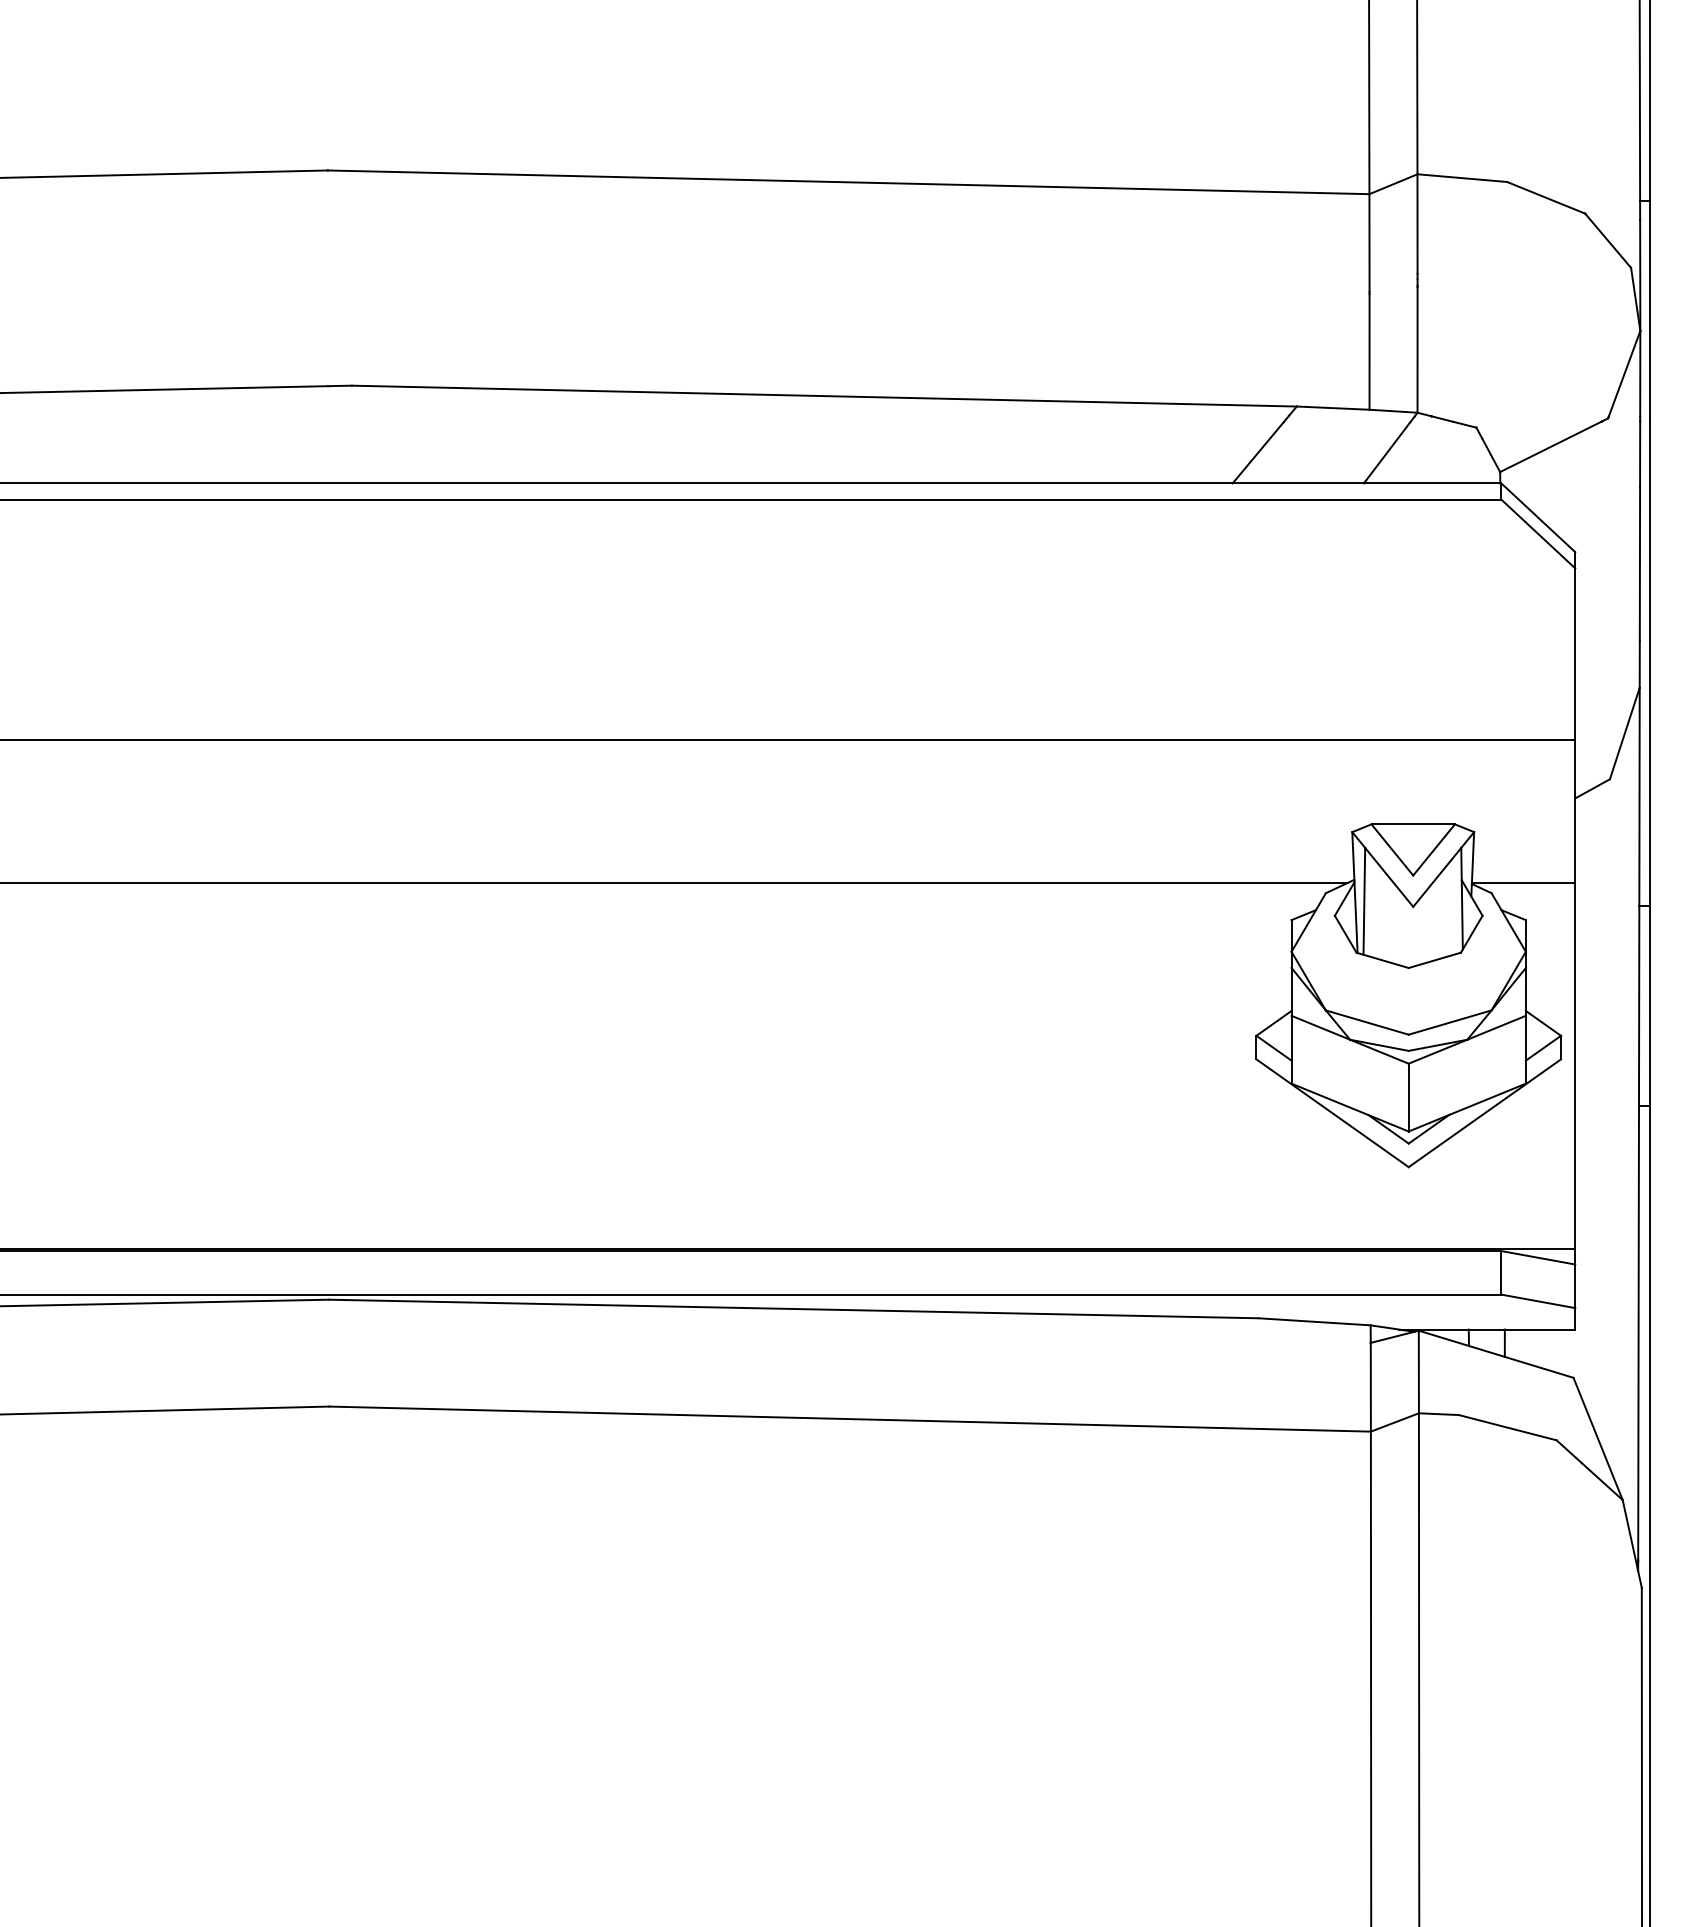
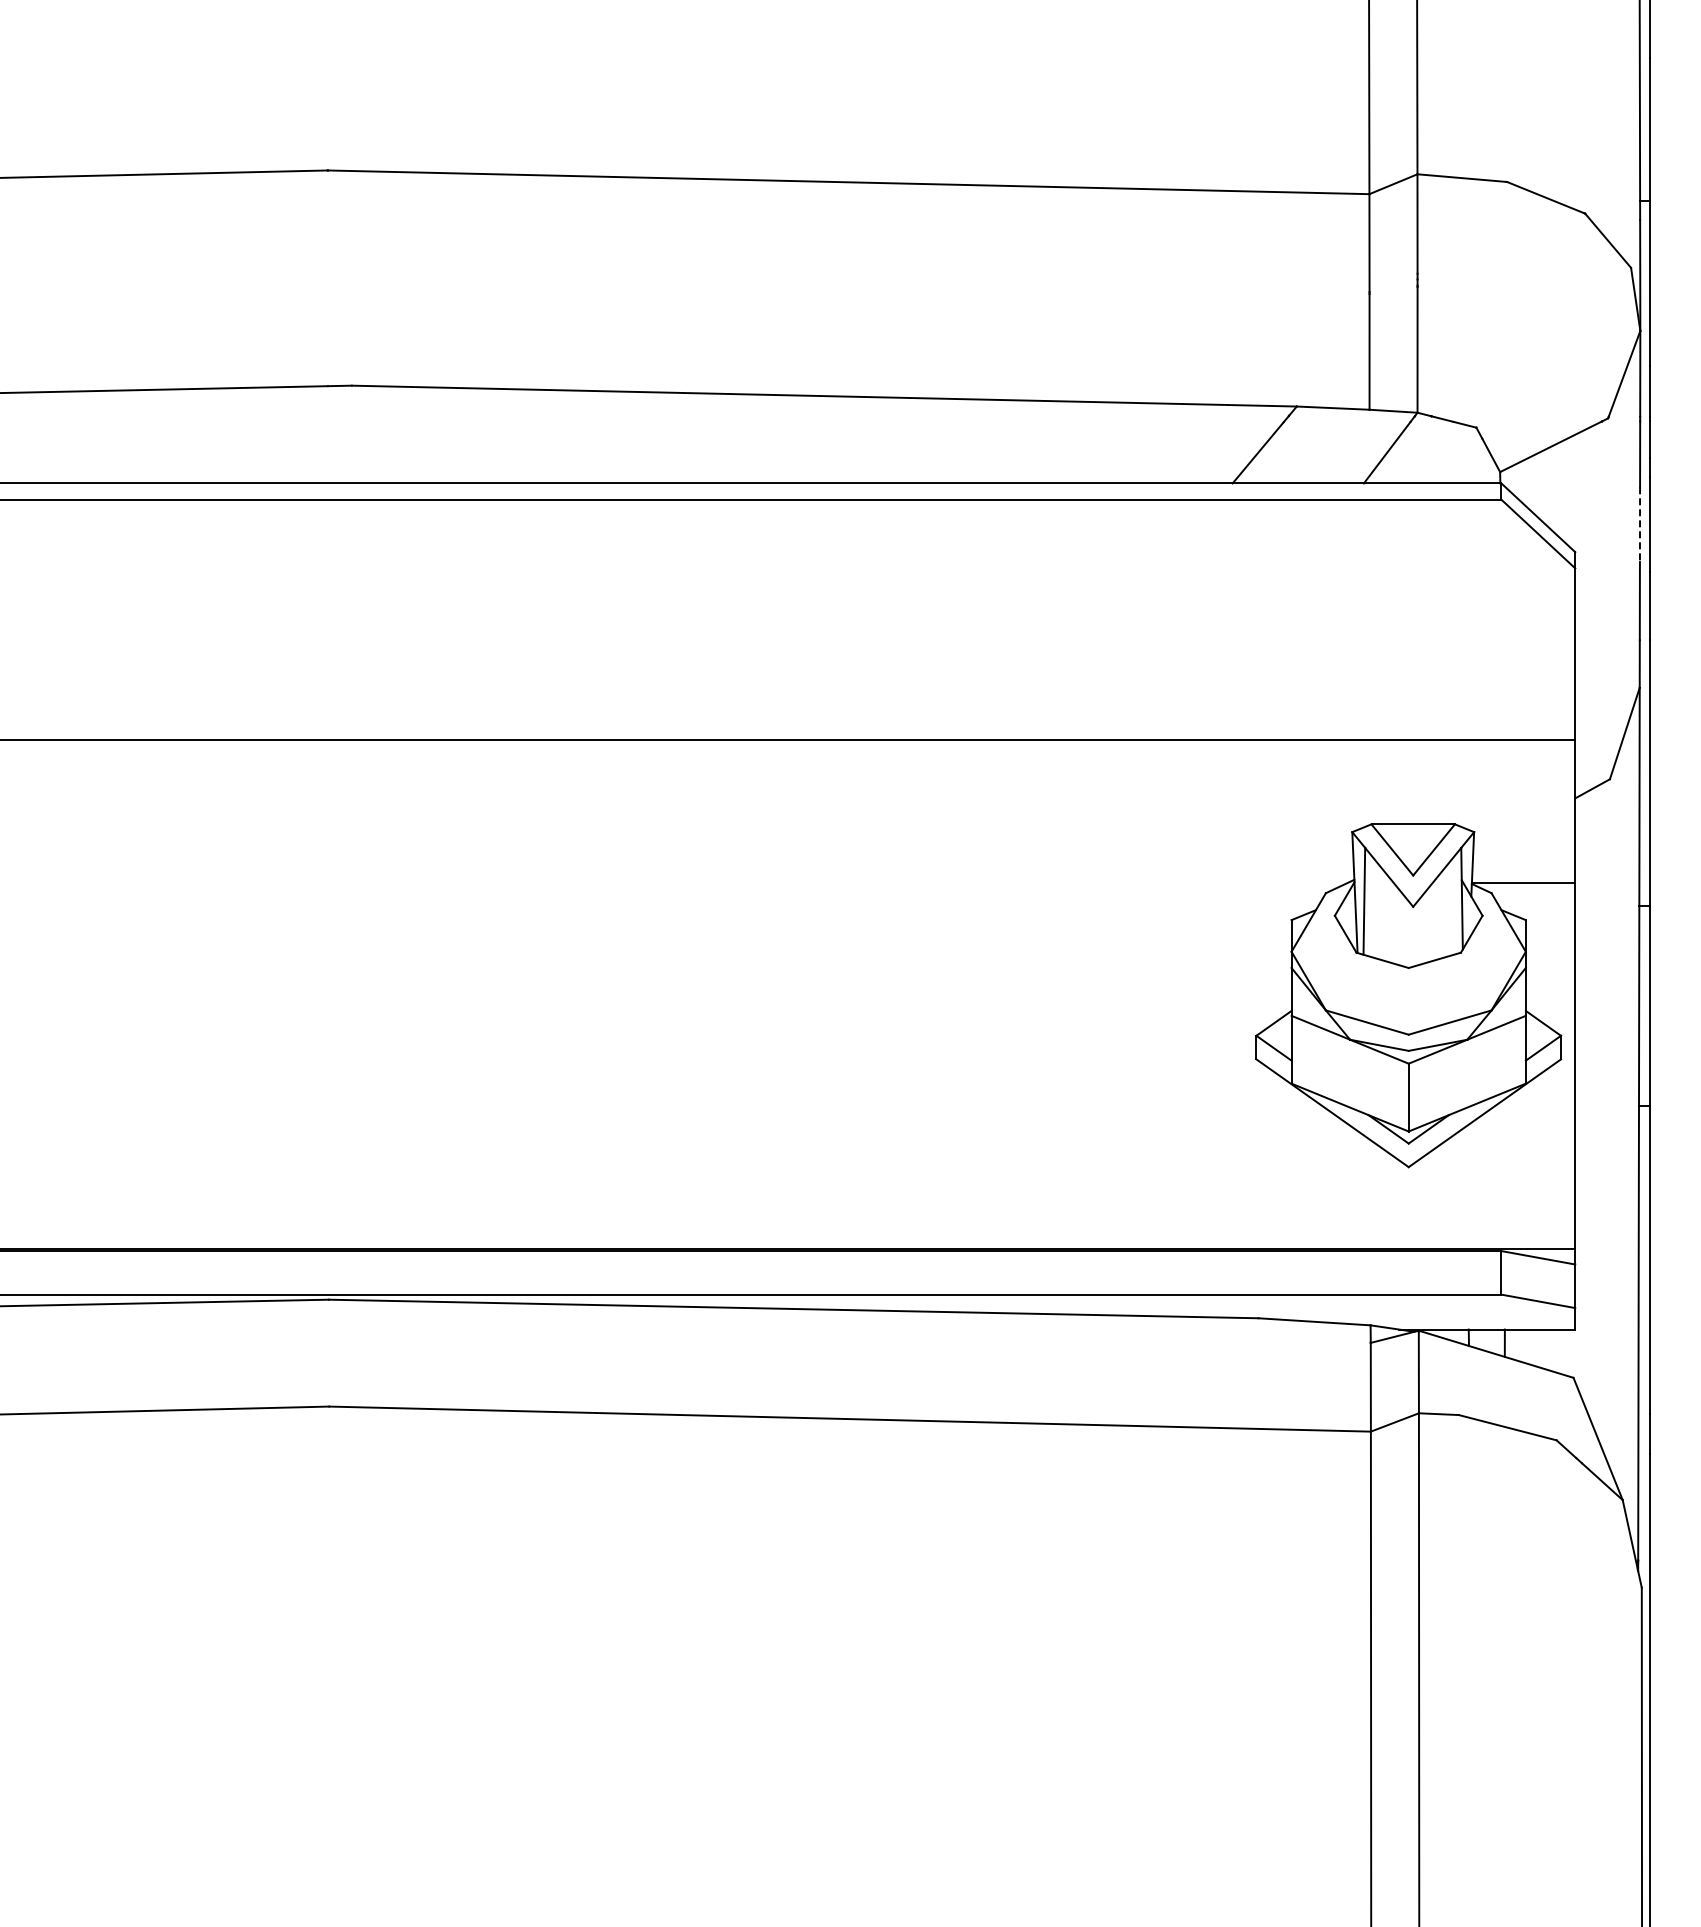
line at (1640, 525): solid -> dashed
line at (675, 882): present -> none
